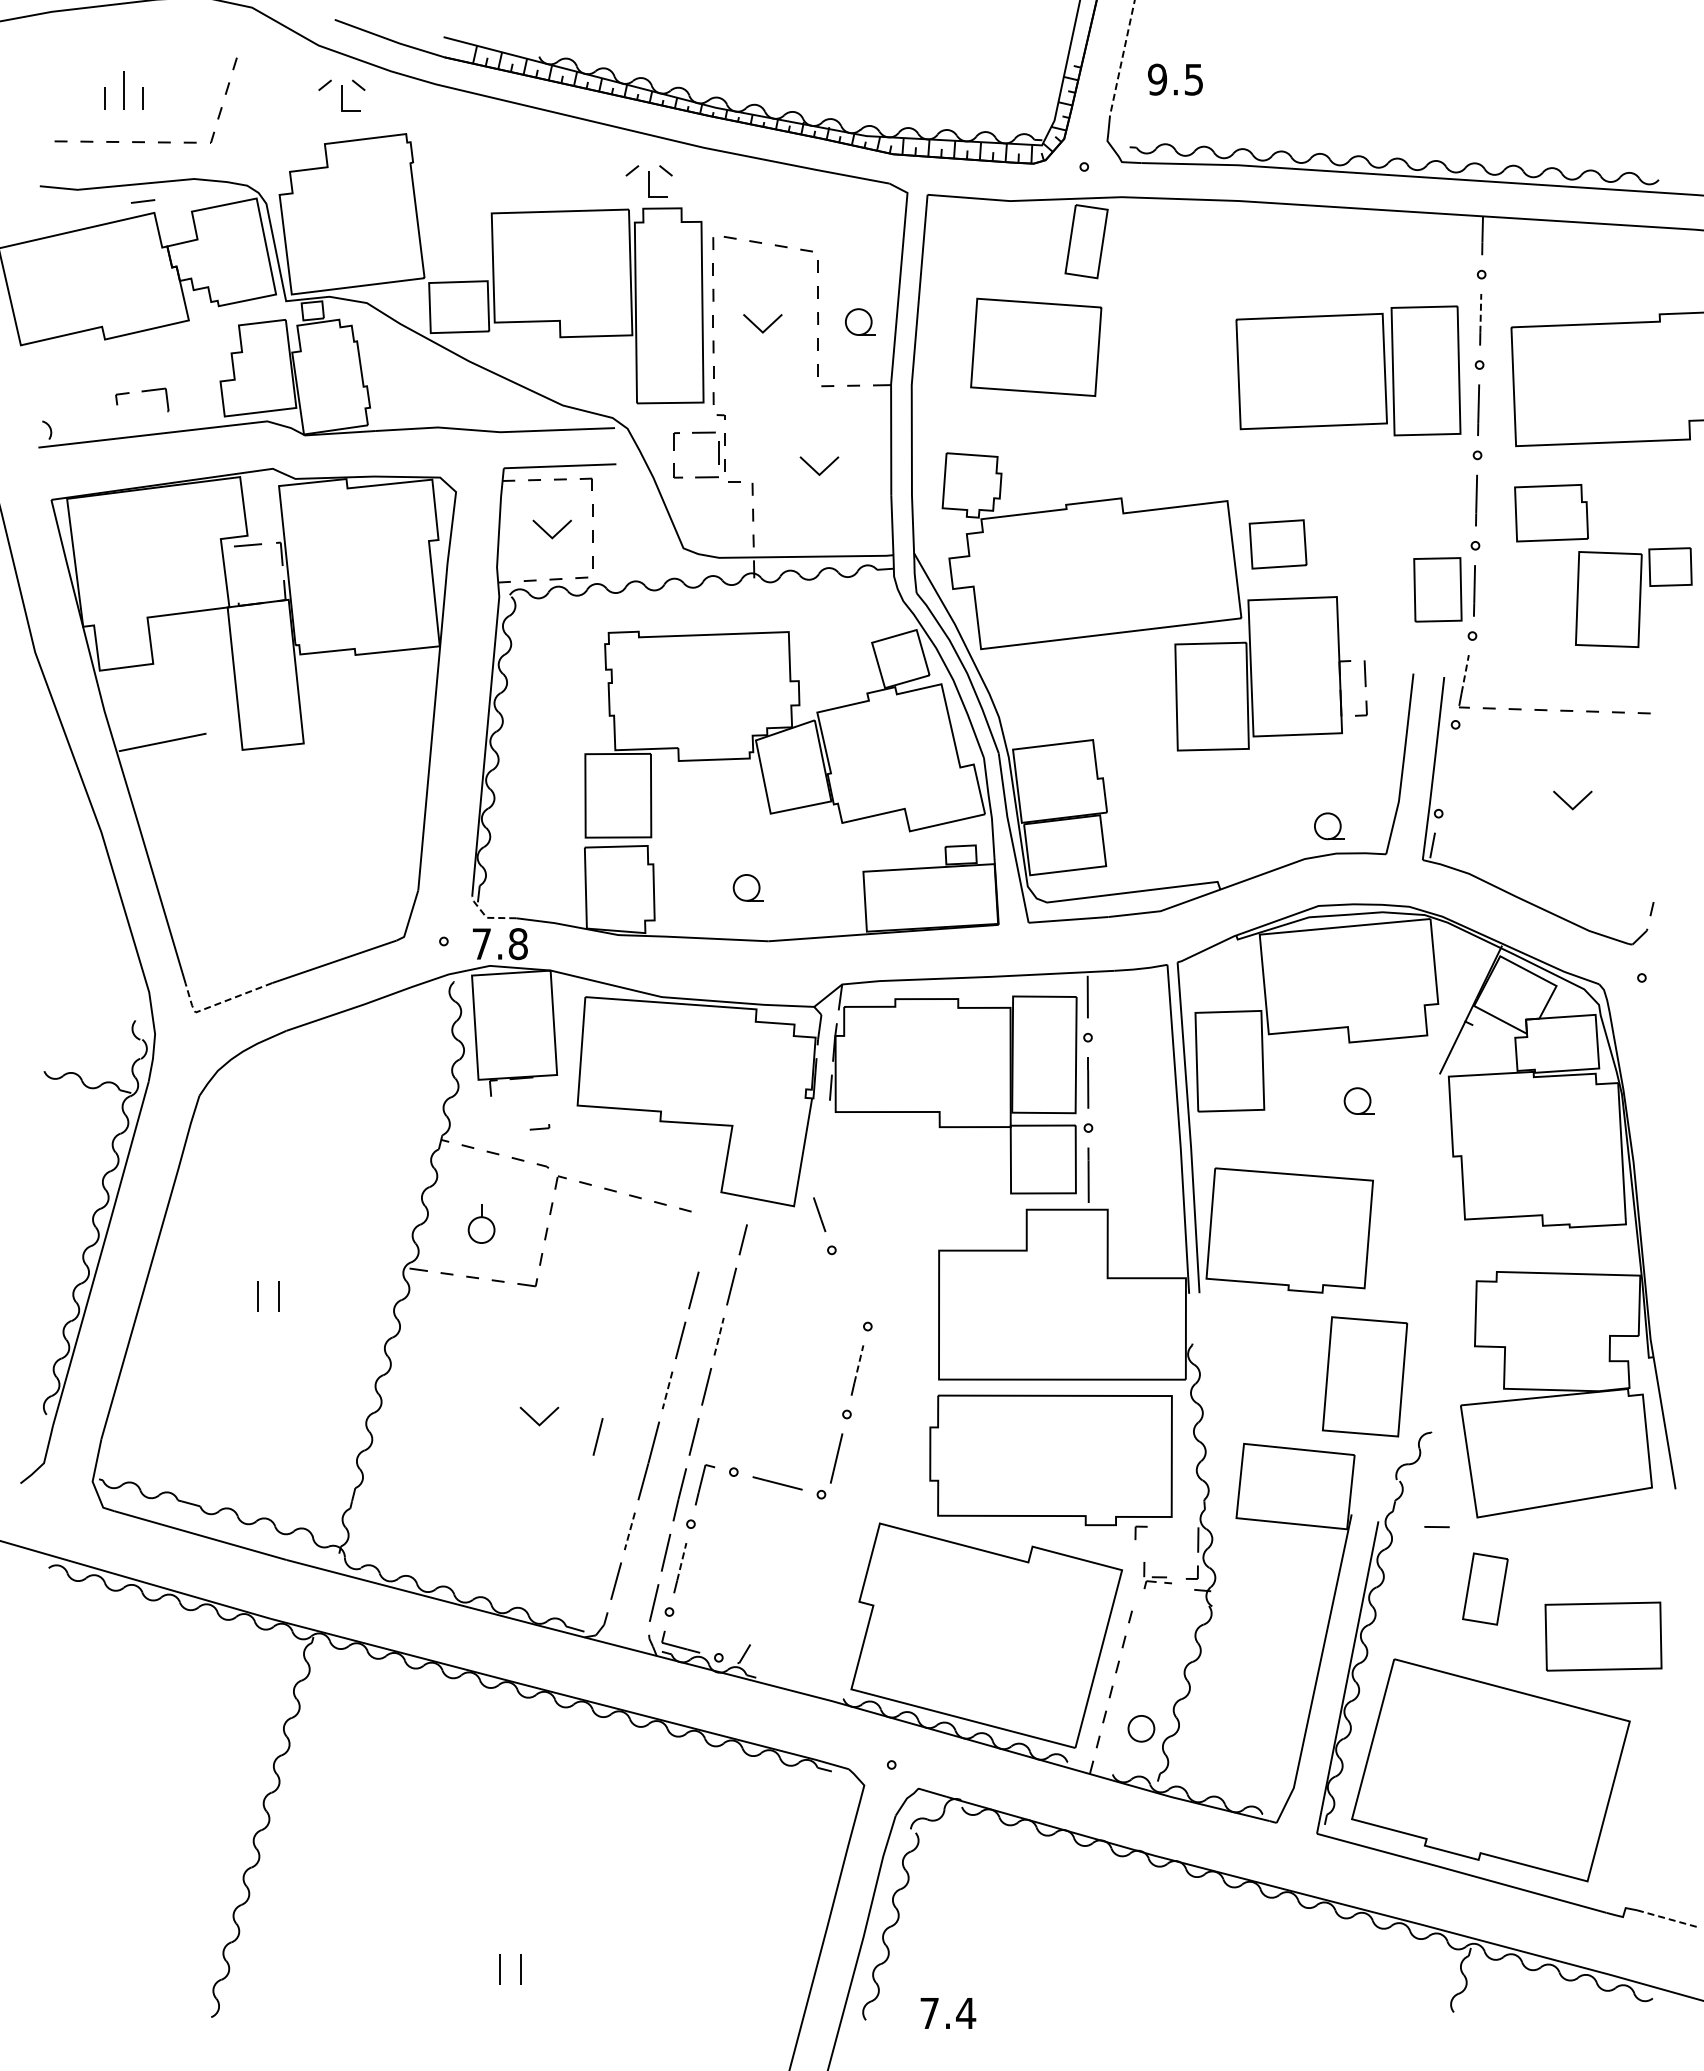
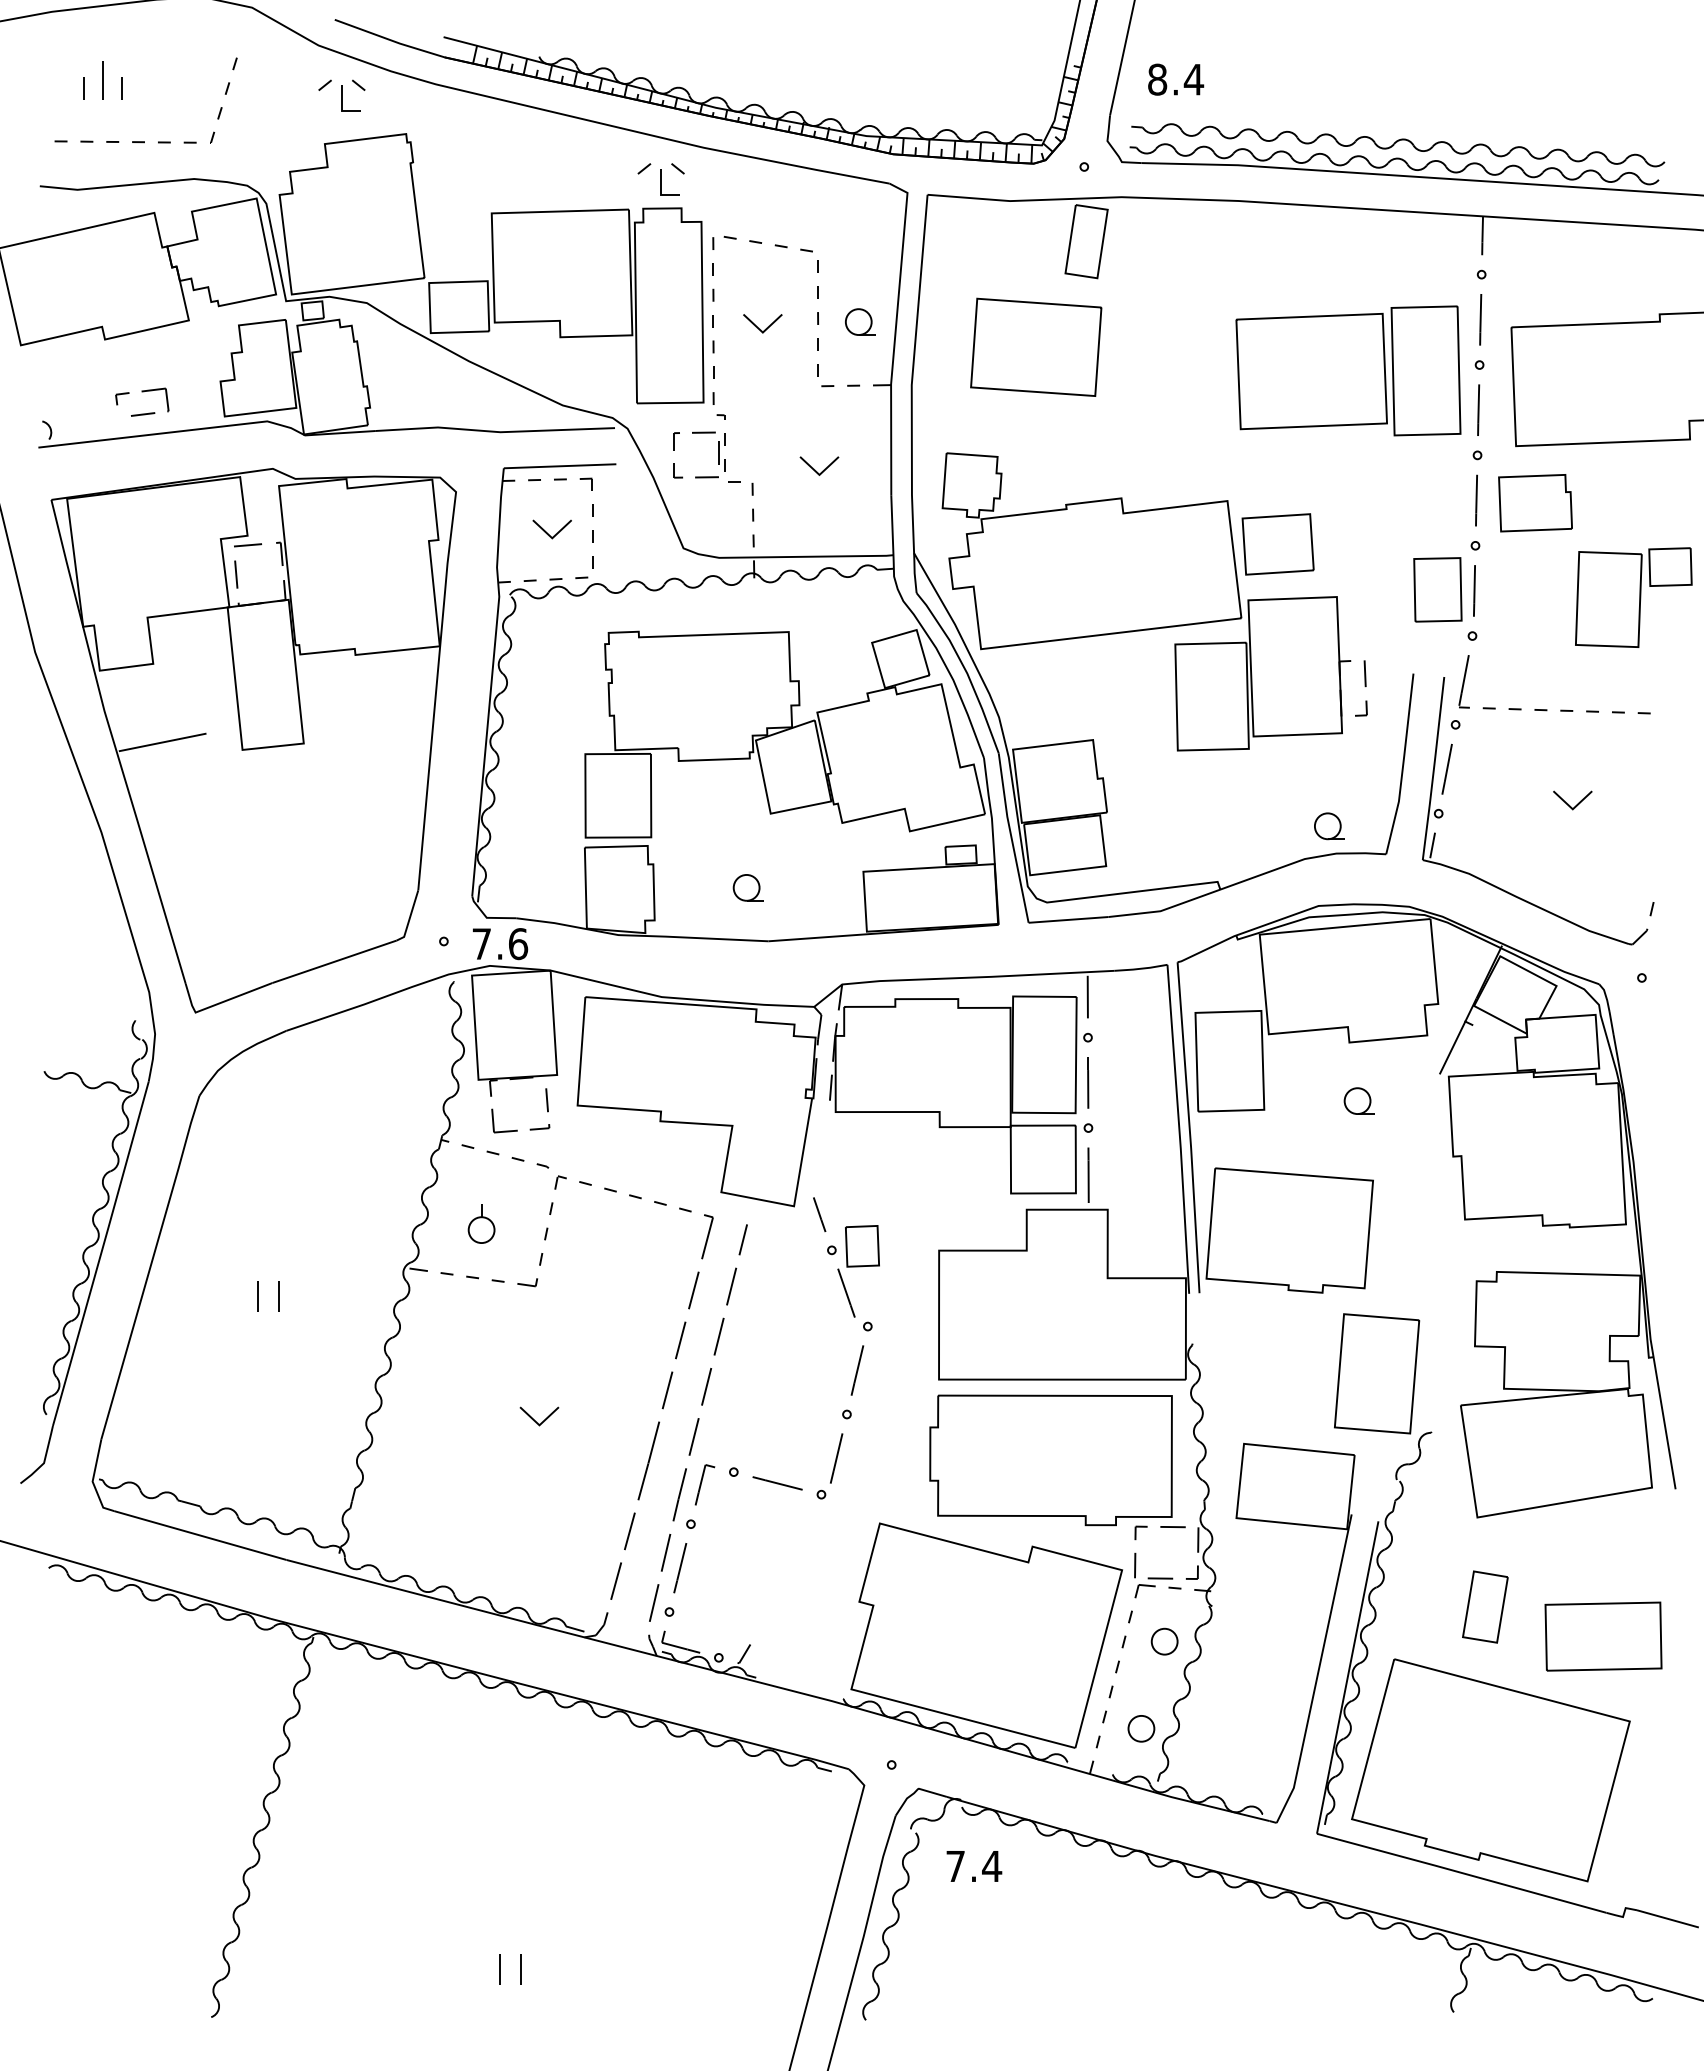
line at (1122, 58): dashed -> solid
text at (1176, 79): 9.5 -> 8.4
part at (123, 90) position: (123, 90) -> (102, 80)
part at (1398, 145): none -> present
part at (648, 181) position: (648, 181) -> (660, 179)
line at (143, 201) position: (143, 201) -> (143, 414)
line at (1480, 312): dashed -> solid
part at (1551, 513) position: (1551, 513) -> (1535, 503)
part at (1277, 544) size: 60x51 px -> 74x63 px
line at (236, 574): none -> present
line at (1465, 673): dashed -> solid
line at (1446, 768): none -> present
line at (486, 917): dashed -> solid
text at (518, 943): 7.8 -> 7.6
line at (218, 1003): dashed -> solid
line at (546, 1100): none -> present
part at (504, 1130): none -> present
part at (707, 1236): none -> present
part at (858, 1271): none -> present
line at (719, 1336): dashed -> solid
line at (859, 1363): dashed -> solid
part at (1365, 1376) position: (1365, 1376) -> (1377, 1373)
line at (667, 1390): dashed -> solid
line at (597, 1436): present -> none
line at (1436, 1527) position: (1436, 1527) -> (1172, 1527)
line at (629, 1531): dashed -> solid
line at (681, 1561): dashed -> solid
part at (1157, 1575) size: 29x28 px -> 48x47 px
part at (1485, 1588) position: (1485, 1588) -> (1485, 1606)
part at (1164, 1641): none -> present
line at (1668, 1919): dashed -> solid
text at (948, 2013) position: (948, 2013) -> (974, 1866)
